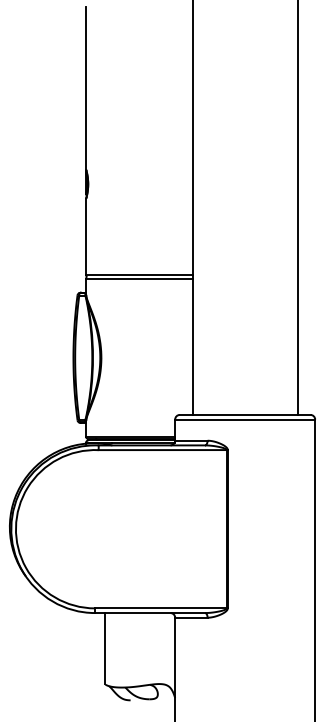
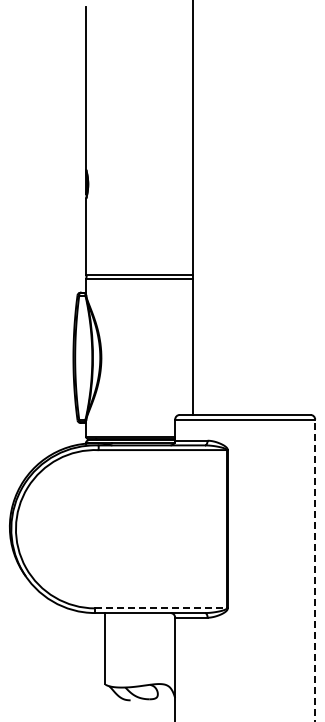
line at (297, 208): present -> none
line at (315, 570): solid -> dashed
line at (160, 608): solid -> dashed
